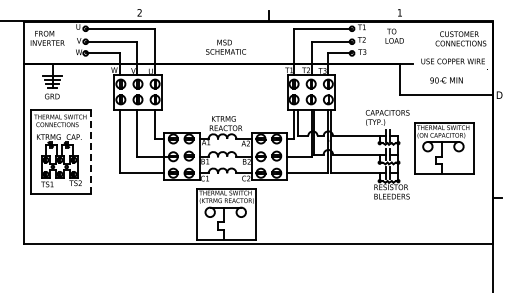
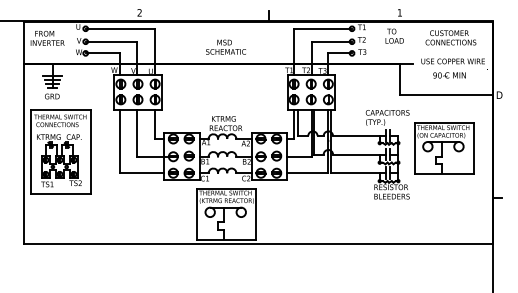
text at (460, 38) position: (460, 38) -> (450, 37)
text at (446, 80) position: (446, 80) -> (449, 75)
line at (91, 151): dashed -> solid
